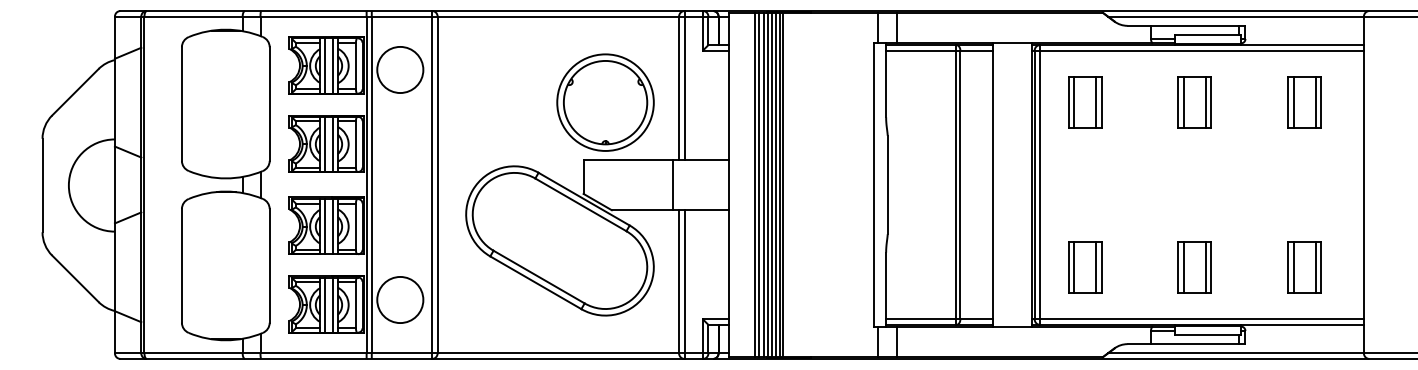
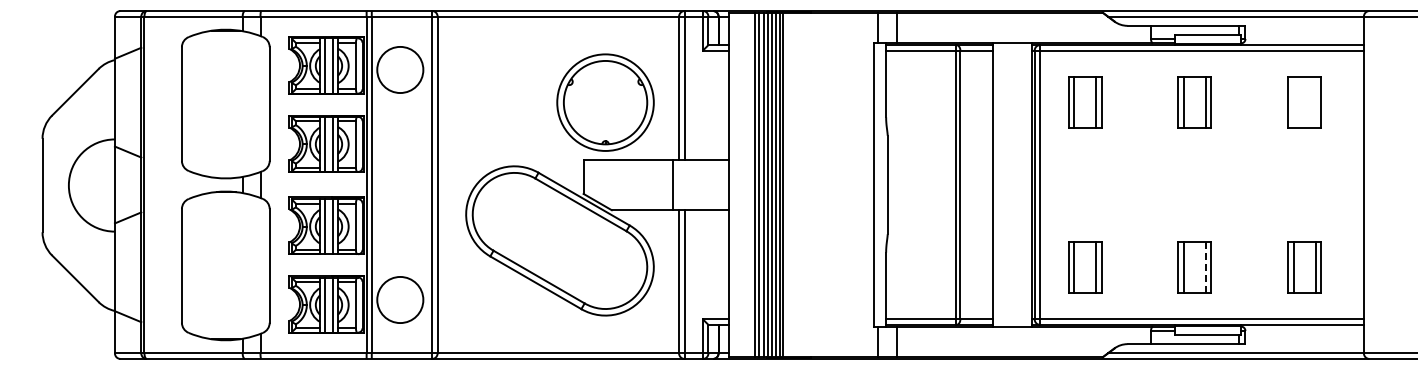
line at (1293, 102): present -> none
line at (1315, 102): present -> none
line at (1205, 266): solid -> dashed
